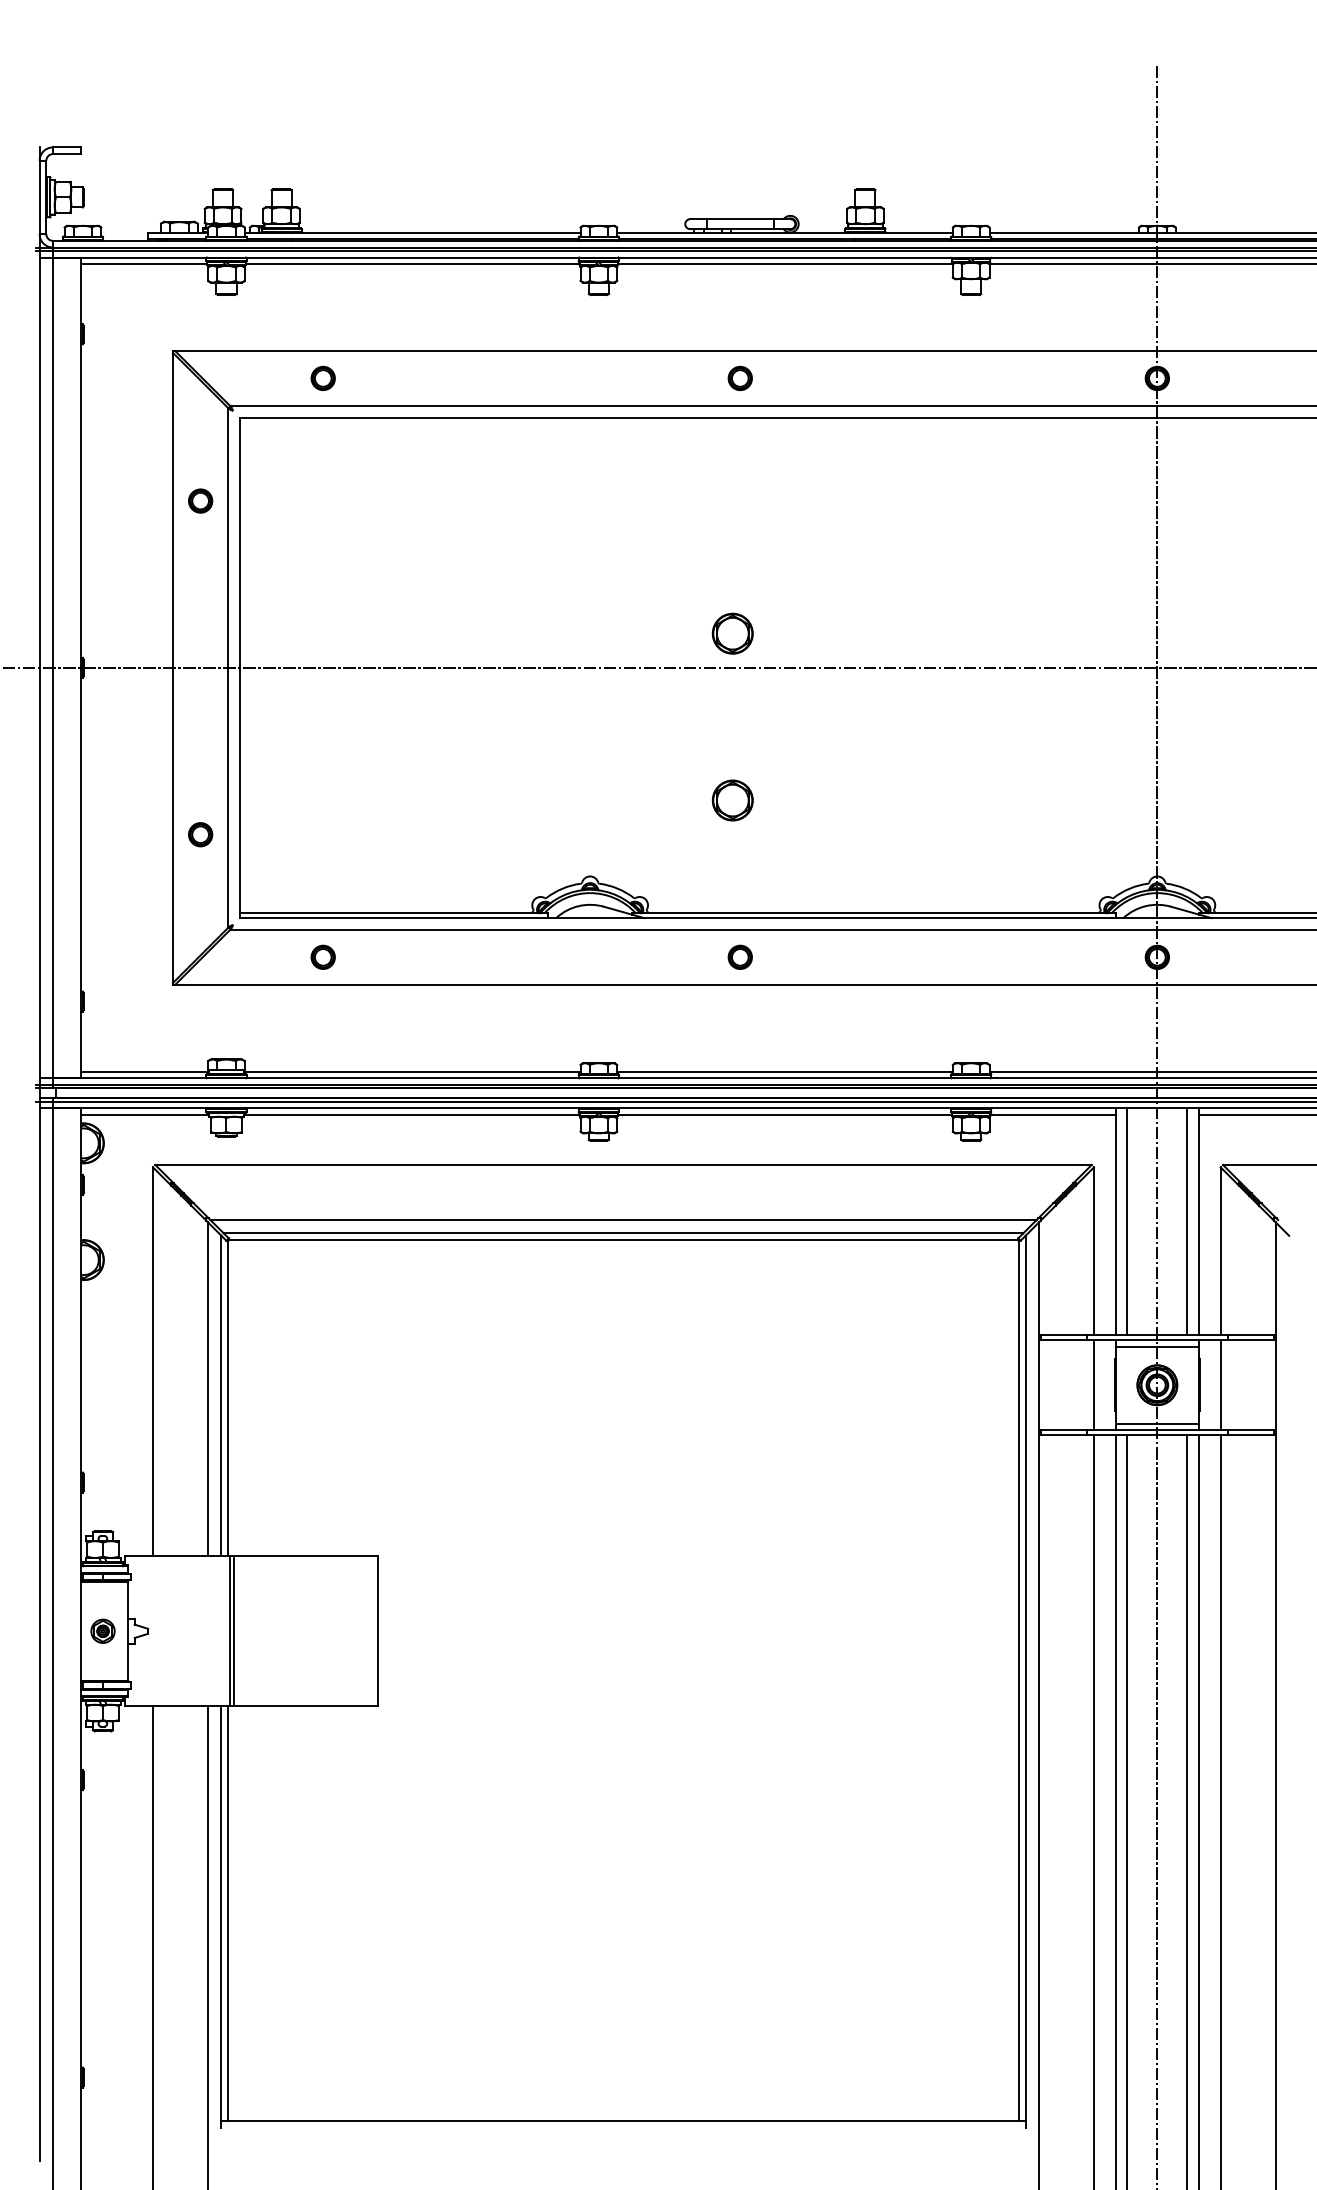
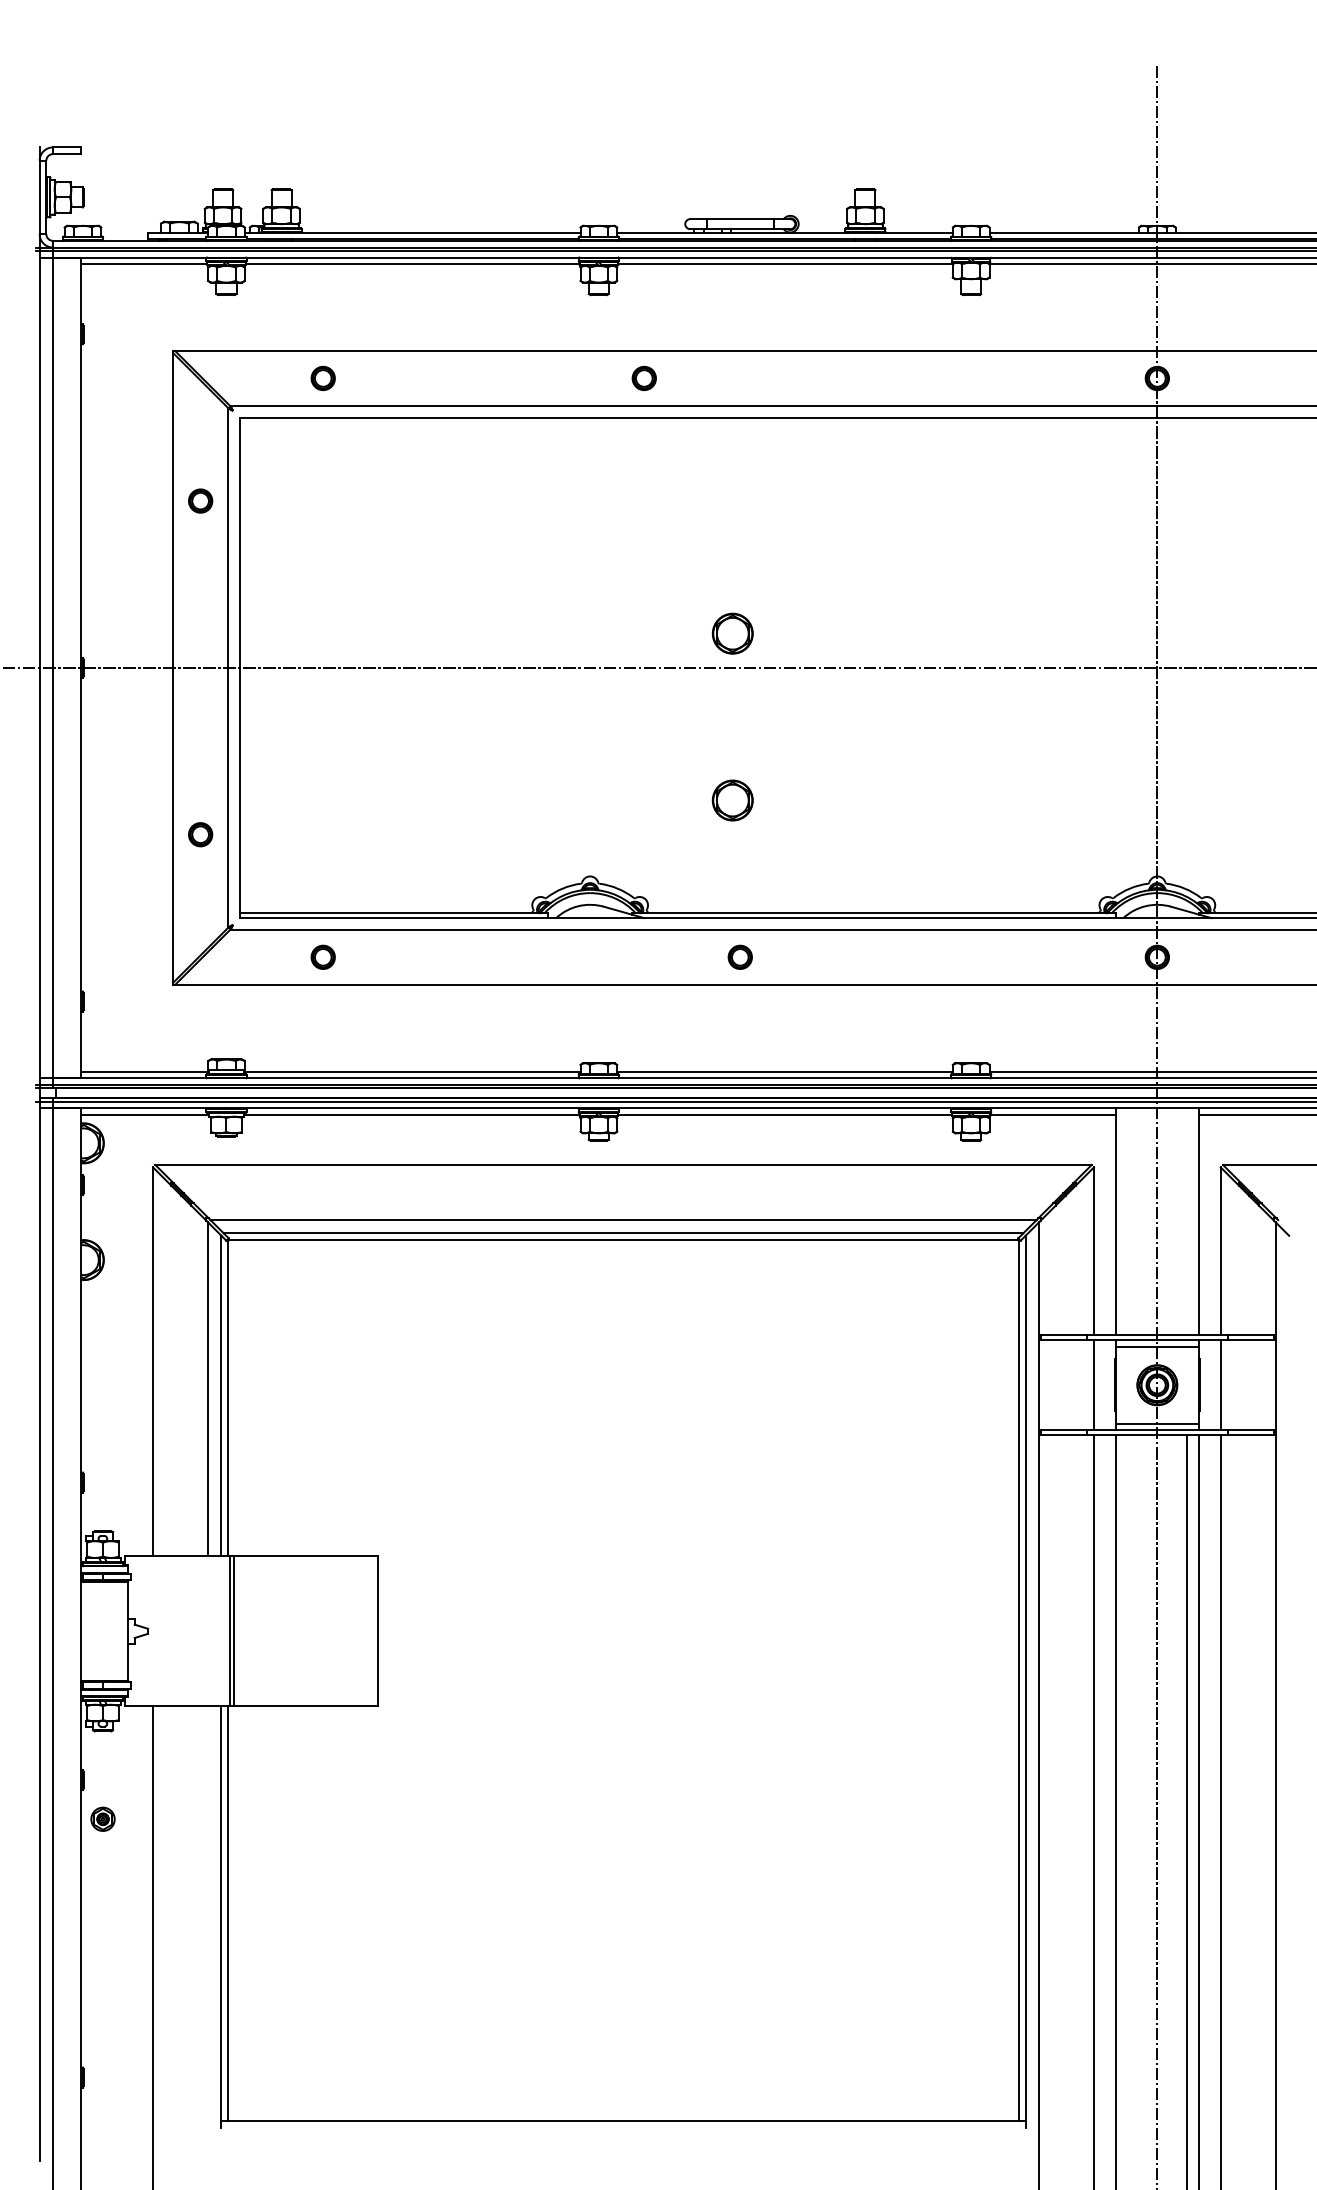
part at (739, 377) position: (739, 377) -> (643, 377)
line at (1127, 1221): present -> none
line at (1187, 1221): present -> none
part at (102, 1630) position: (102, 1630) -> (102, 1818)
line at (1127, 1810): present -> none
line at (208, 1946): present -> none
